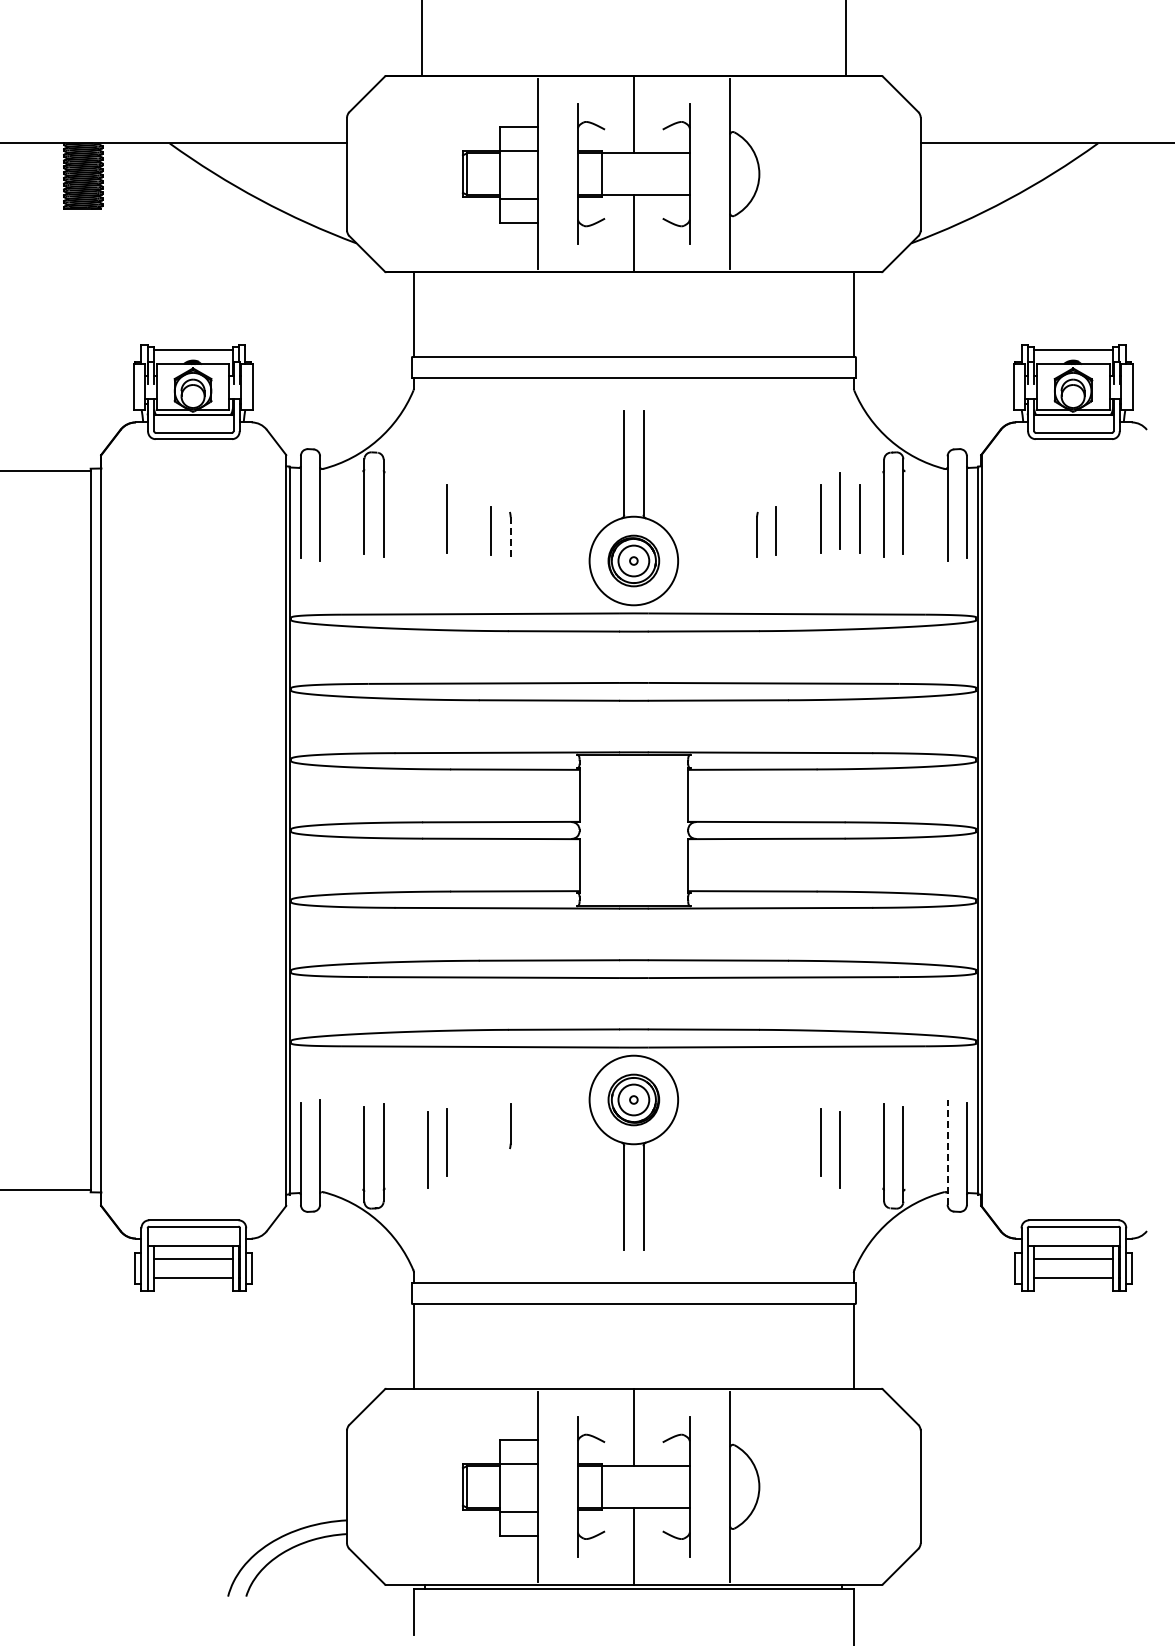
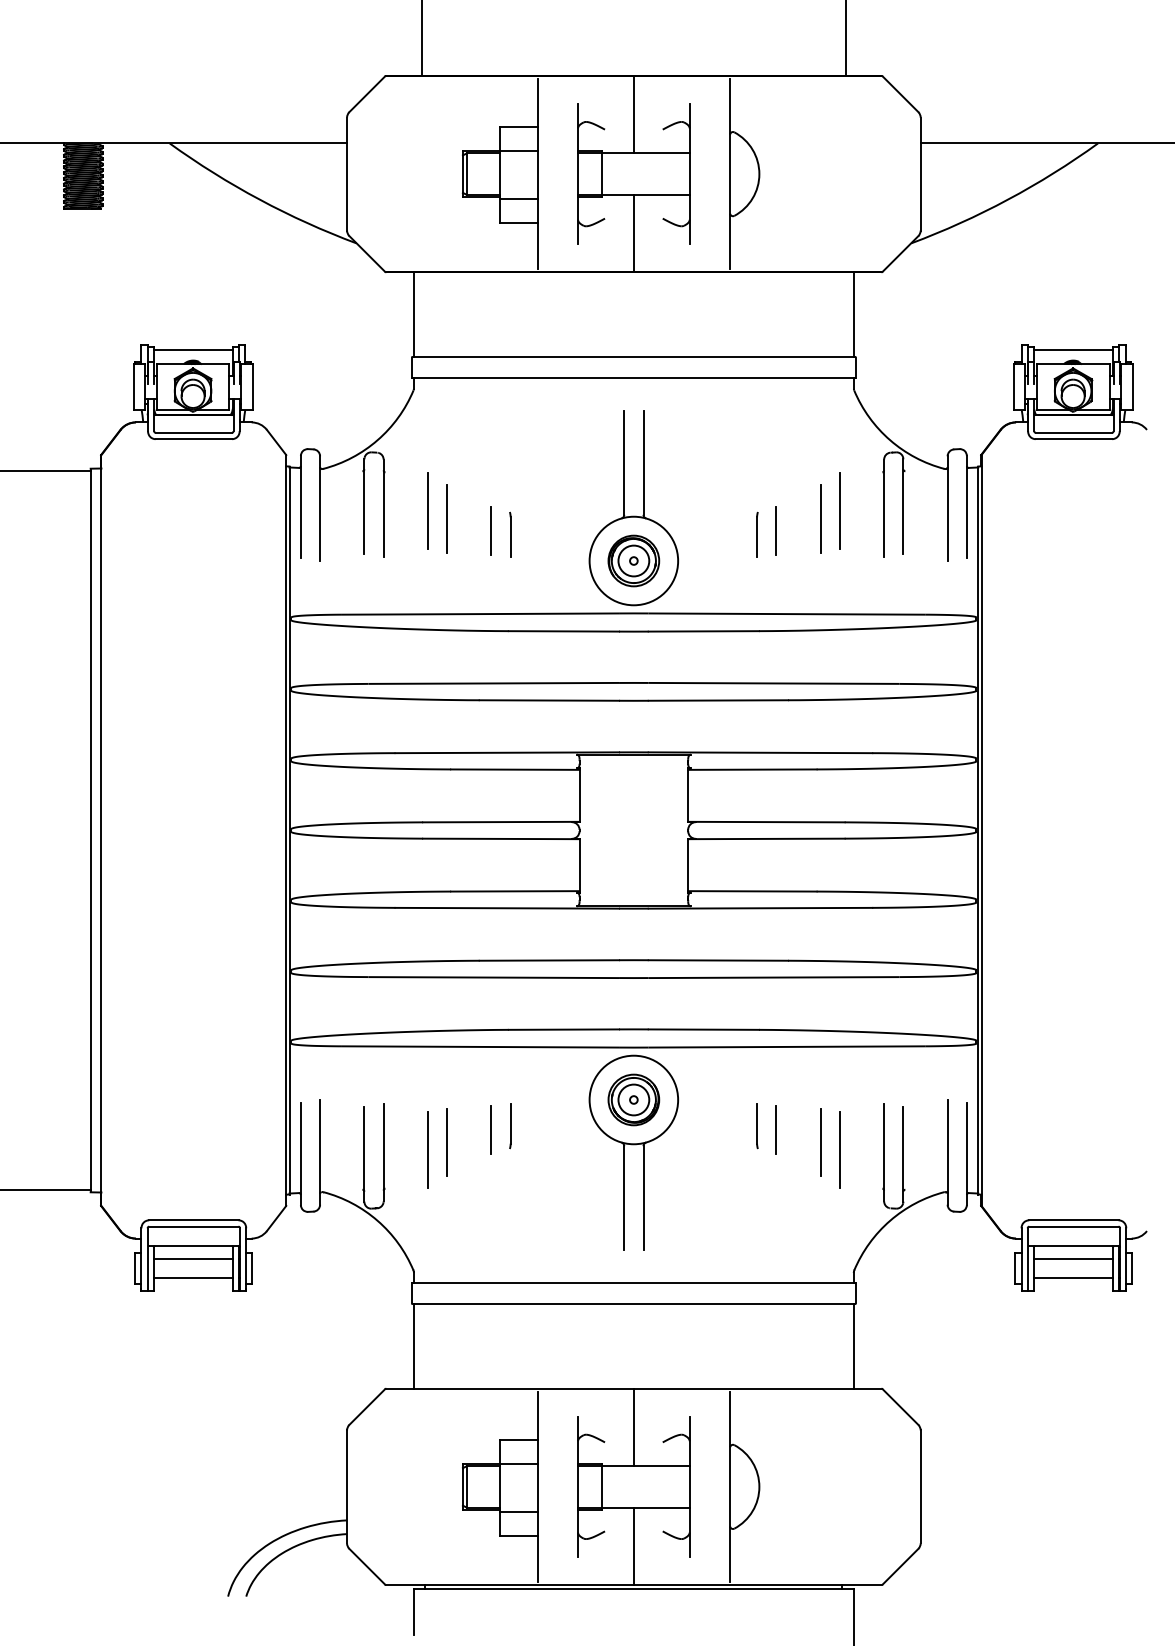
line at (427, 511): none -> present
line at (859, 518): present -> none
line at (510, 537): dashed -> solid
line at (757, 1126): none -> present
line at (491, 1129): none -> present
line at (776, 1129): none -> present
line at (947, 1151): dashed -> solid
